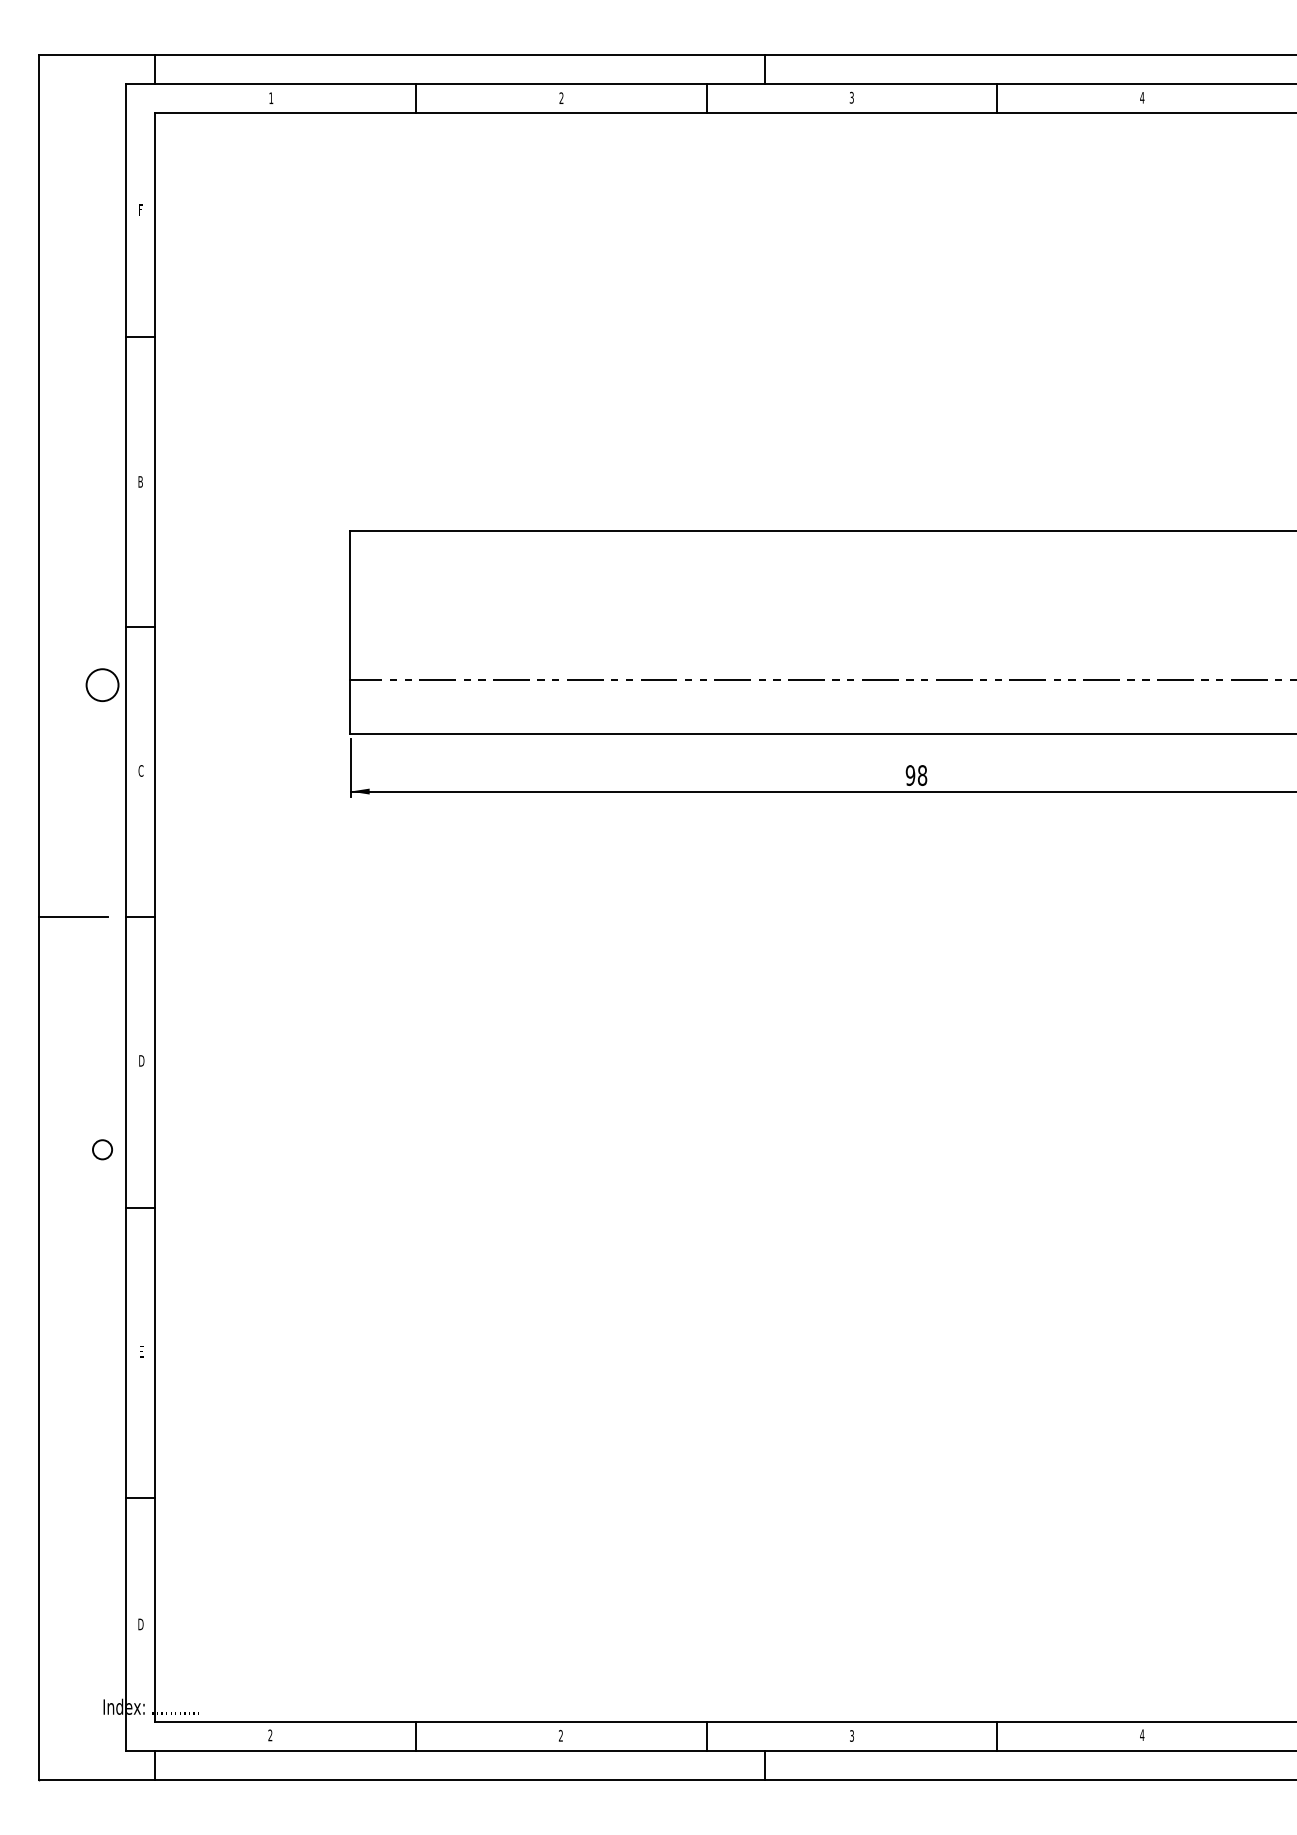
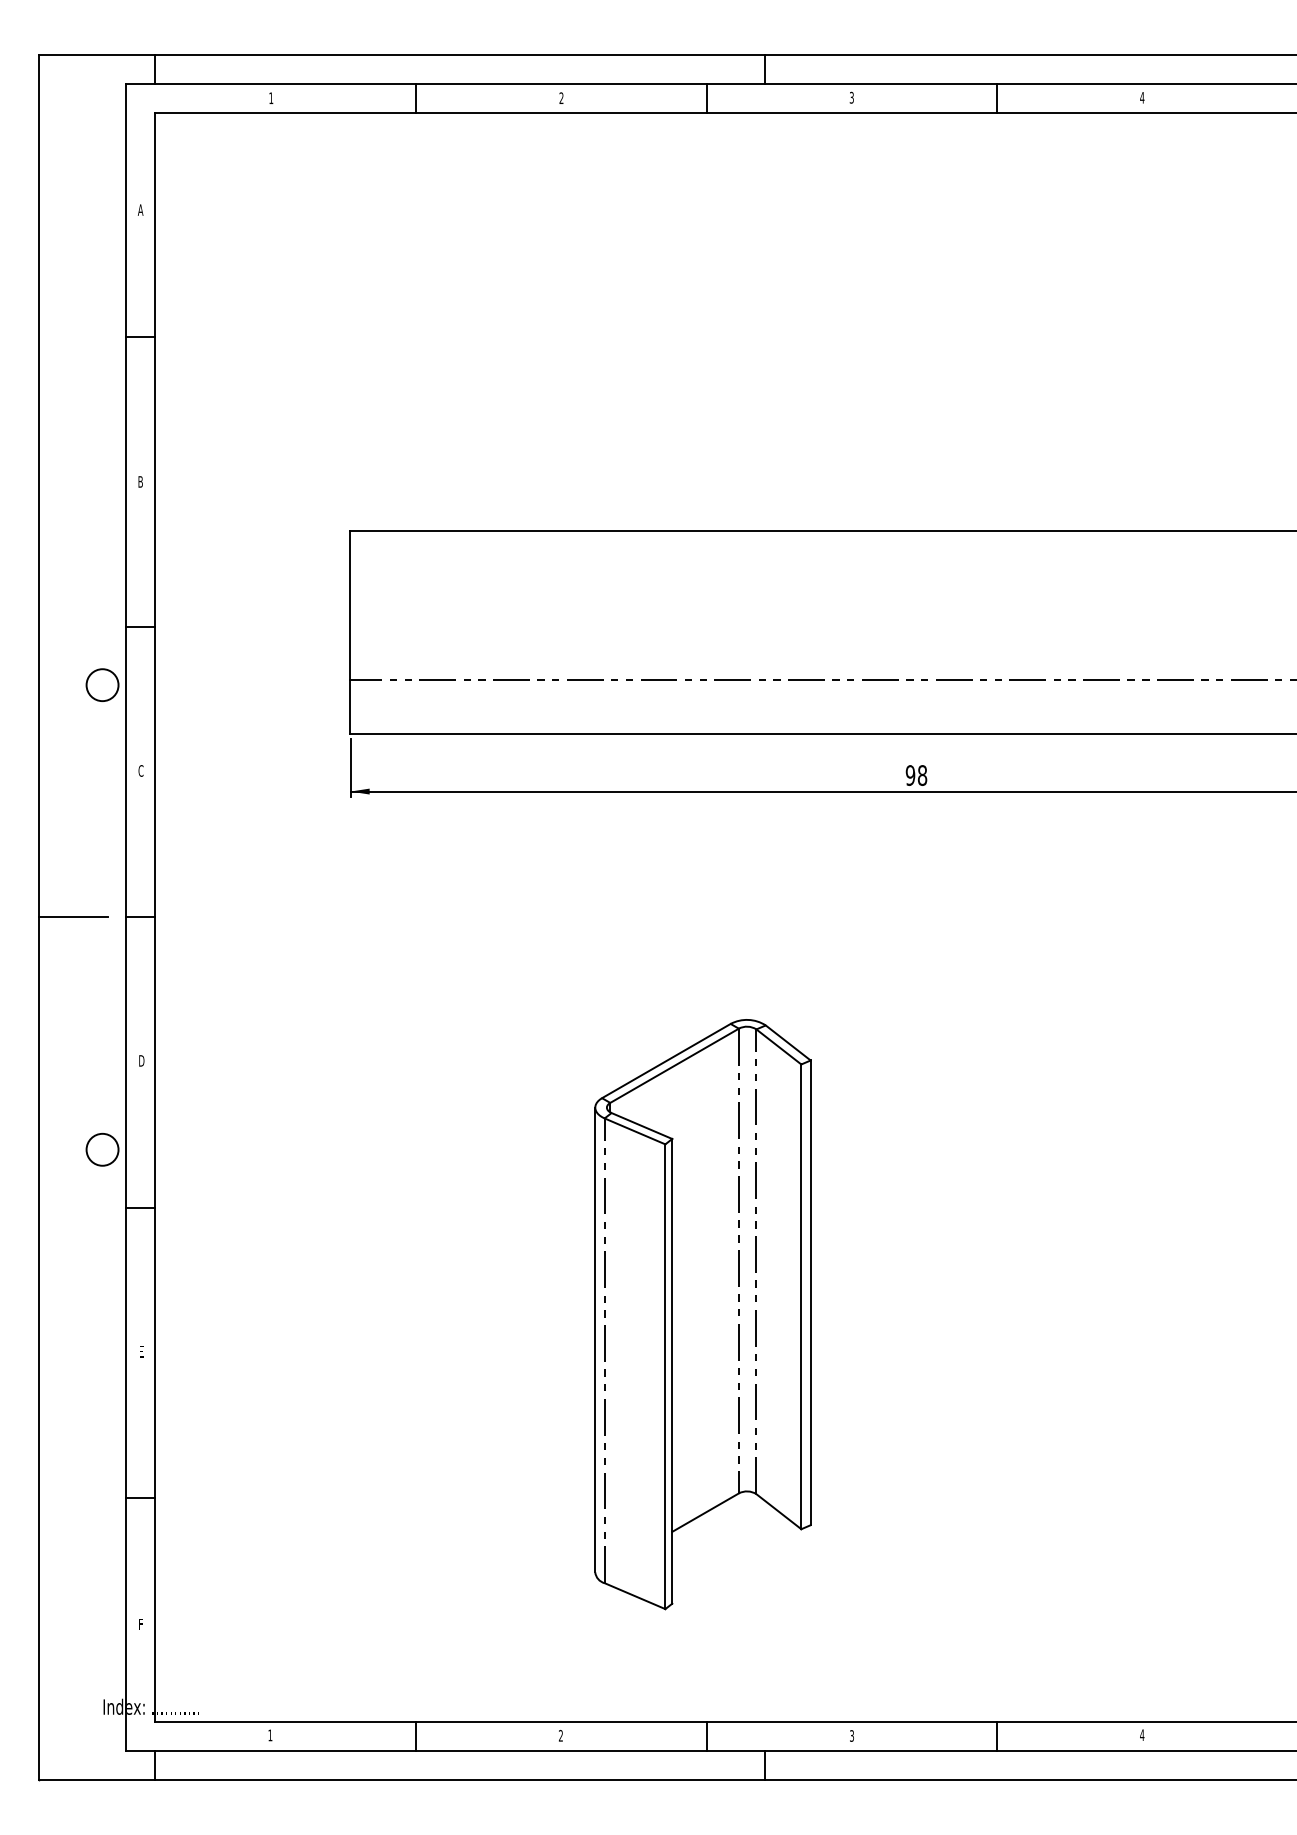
text at (140, 209): F -> A
circle at (102, 1149) diameter: 19 px -> 32 px
part at (702, 1314): none -> present
text at (140, 1624): D -> F
text at (270, 1735): 2 -> 1
